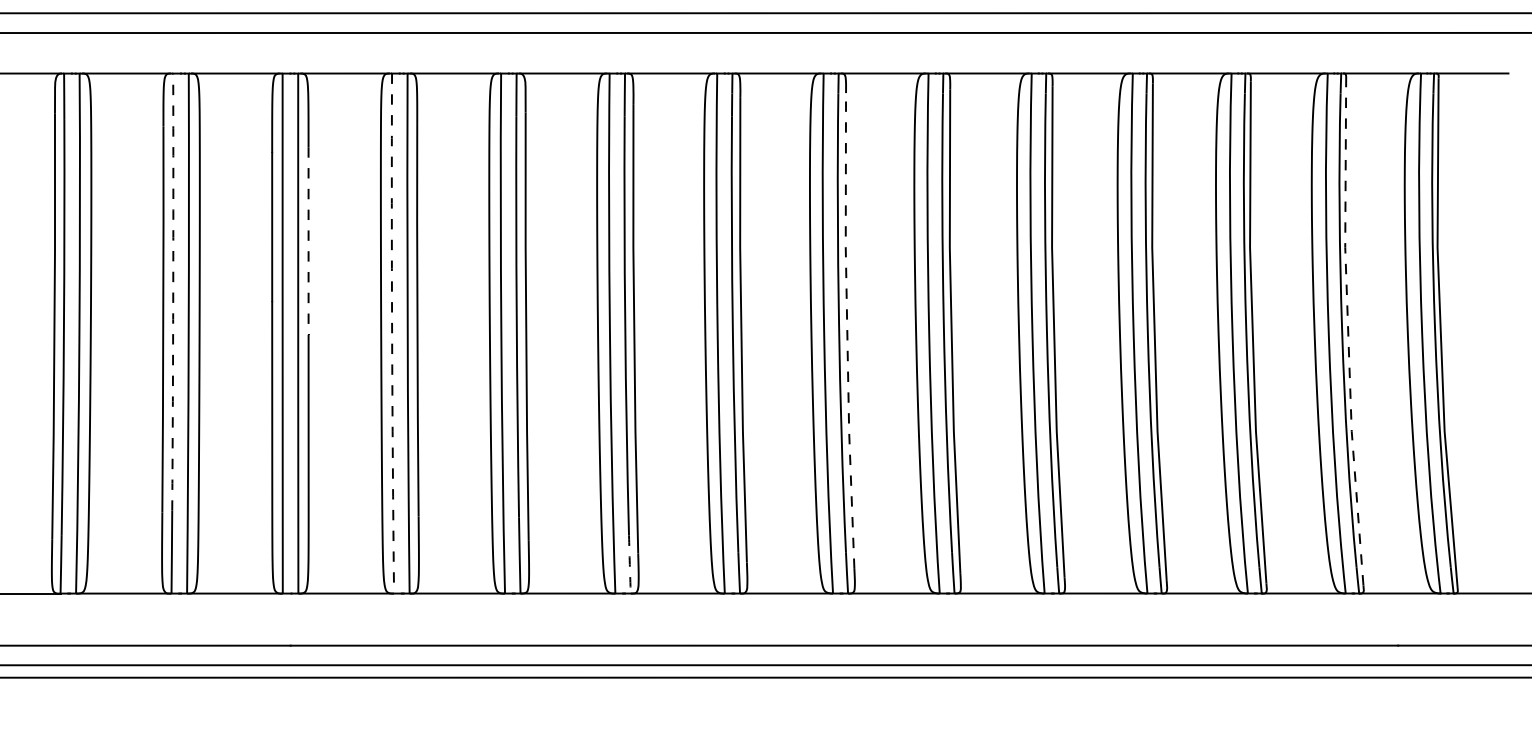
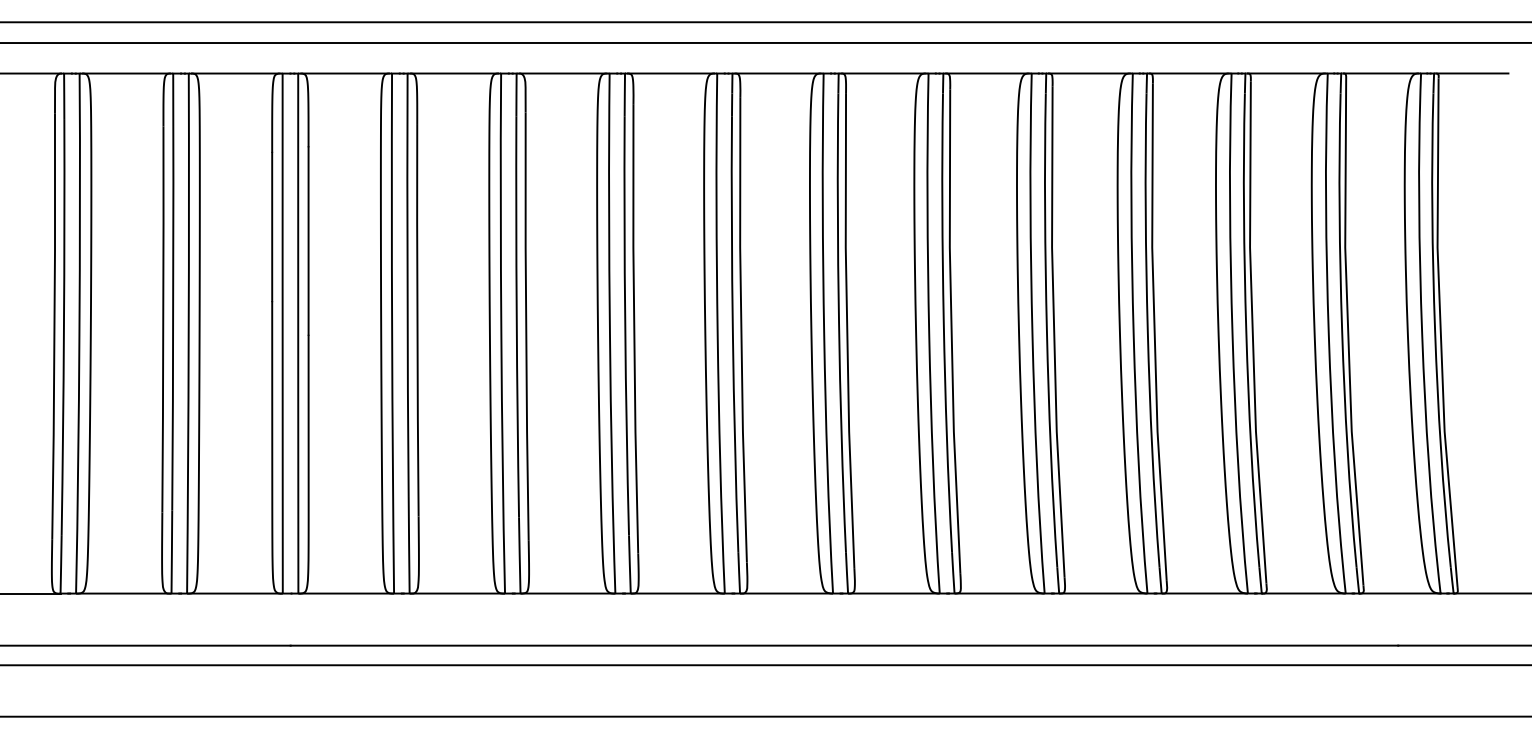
line at (765, 13) position: (765, 13) -> (765, 22)
line at (765, 32) position: (765, 32) -> (765, 42)
line at (308, 241): dashed -> solid
arc at (173, 292): dashed -> solid
line at (847, 331): dashed -> solid
arc at (392, 333): dashed -> solid
line at (1348, 333): dashed -> solid
arc at (629, 564): dashed -> solid
line at (765, 677) position: (765, 677) -> (765, 716)
